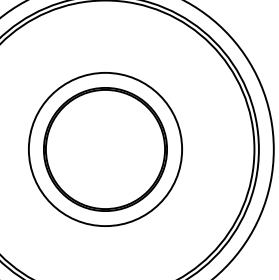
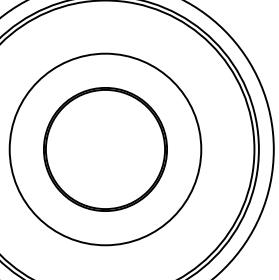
circle at (105, 149) diameter: 153 px -> 192 px
